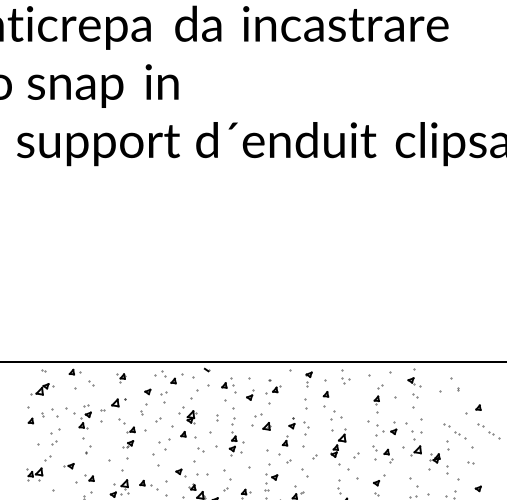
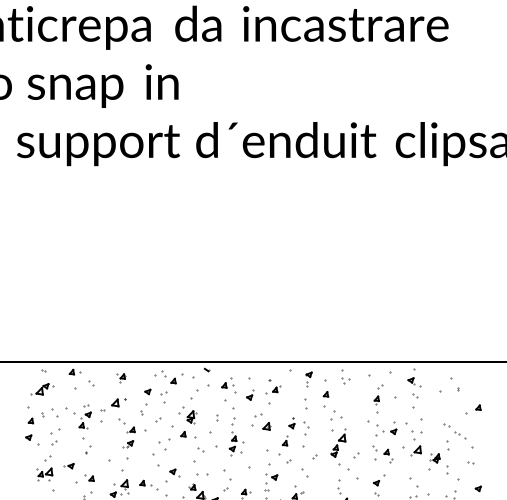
part at (488, 431): present -> none
part at (28, 437): none -> present
part at (180, 472) position: (180, 472) -> (174, 472)
part at (34, 474) position: (34, 474) -> (44, 474)
